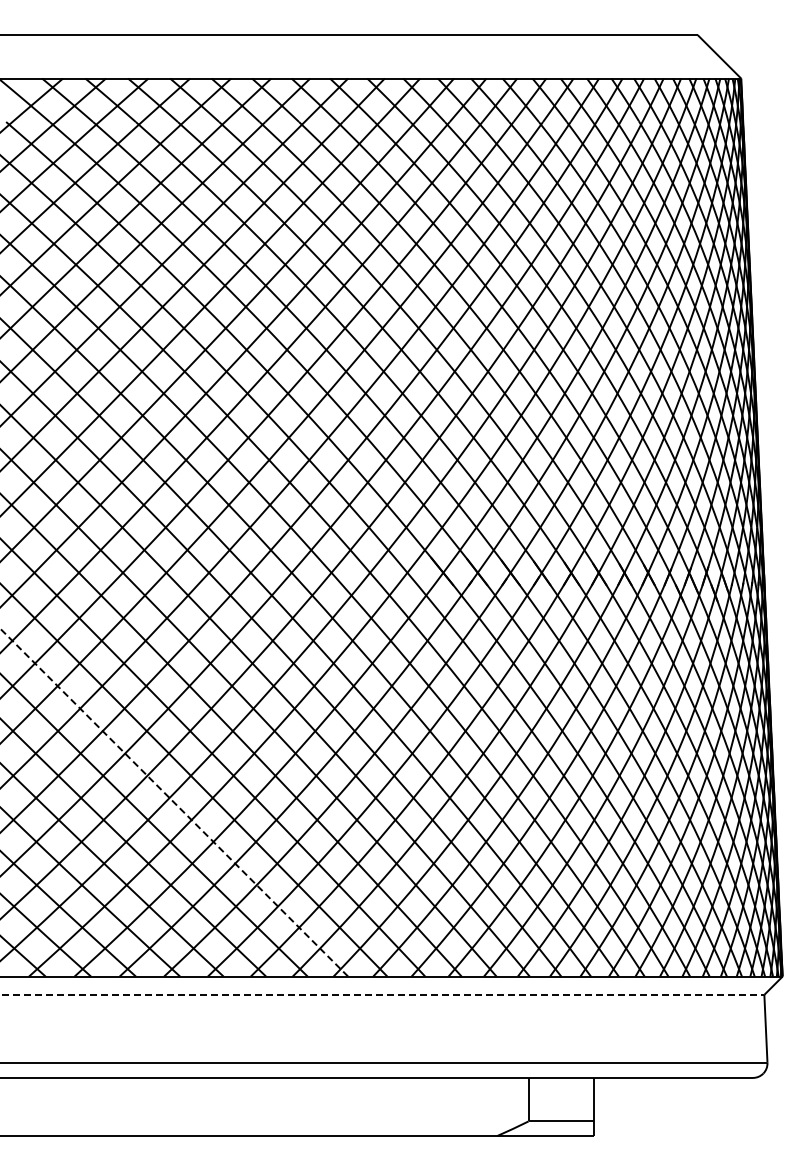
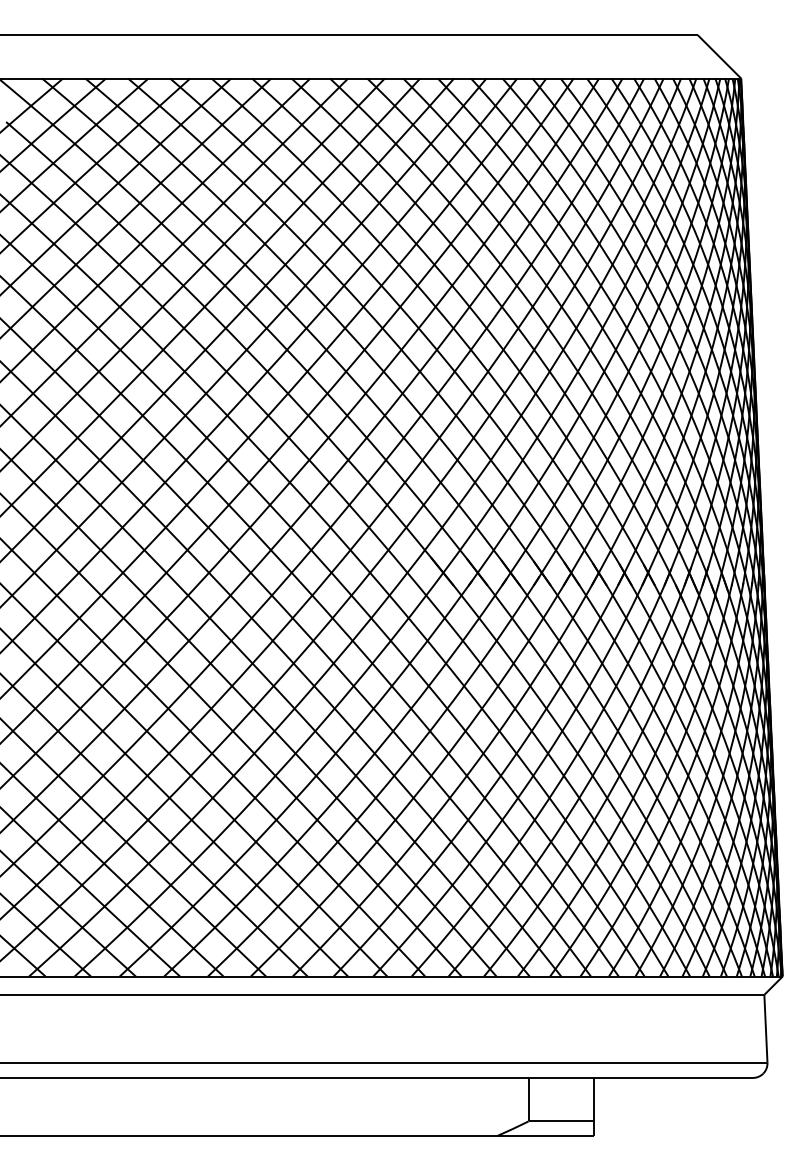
line at (174, 802): dashed -> solid
line at (382, 994): dashed -> solid
